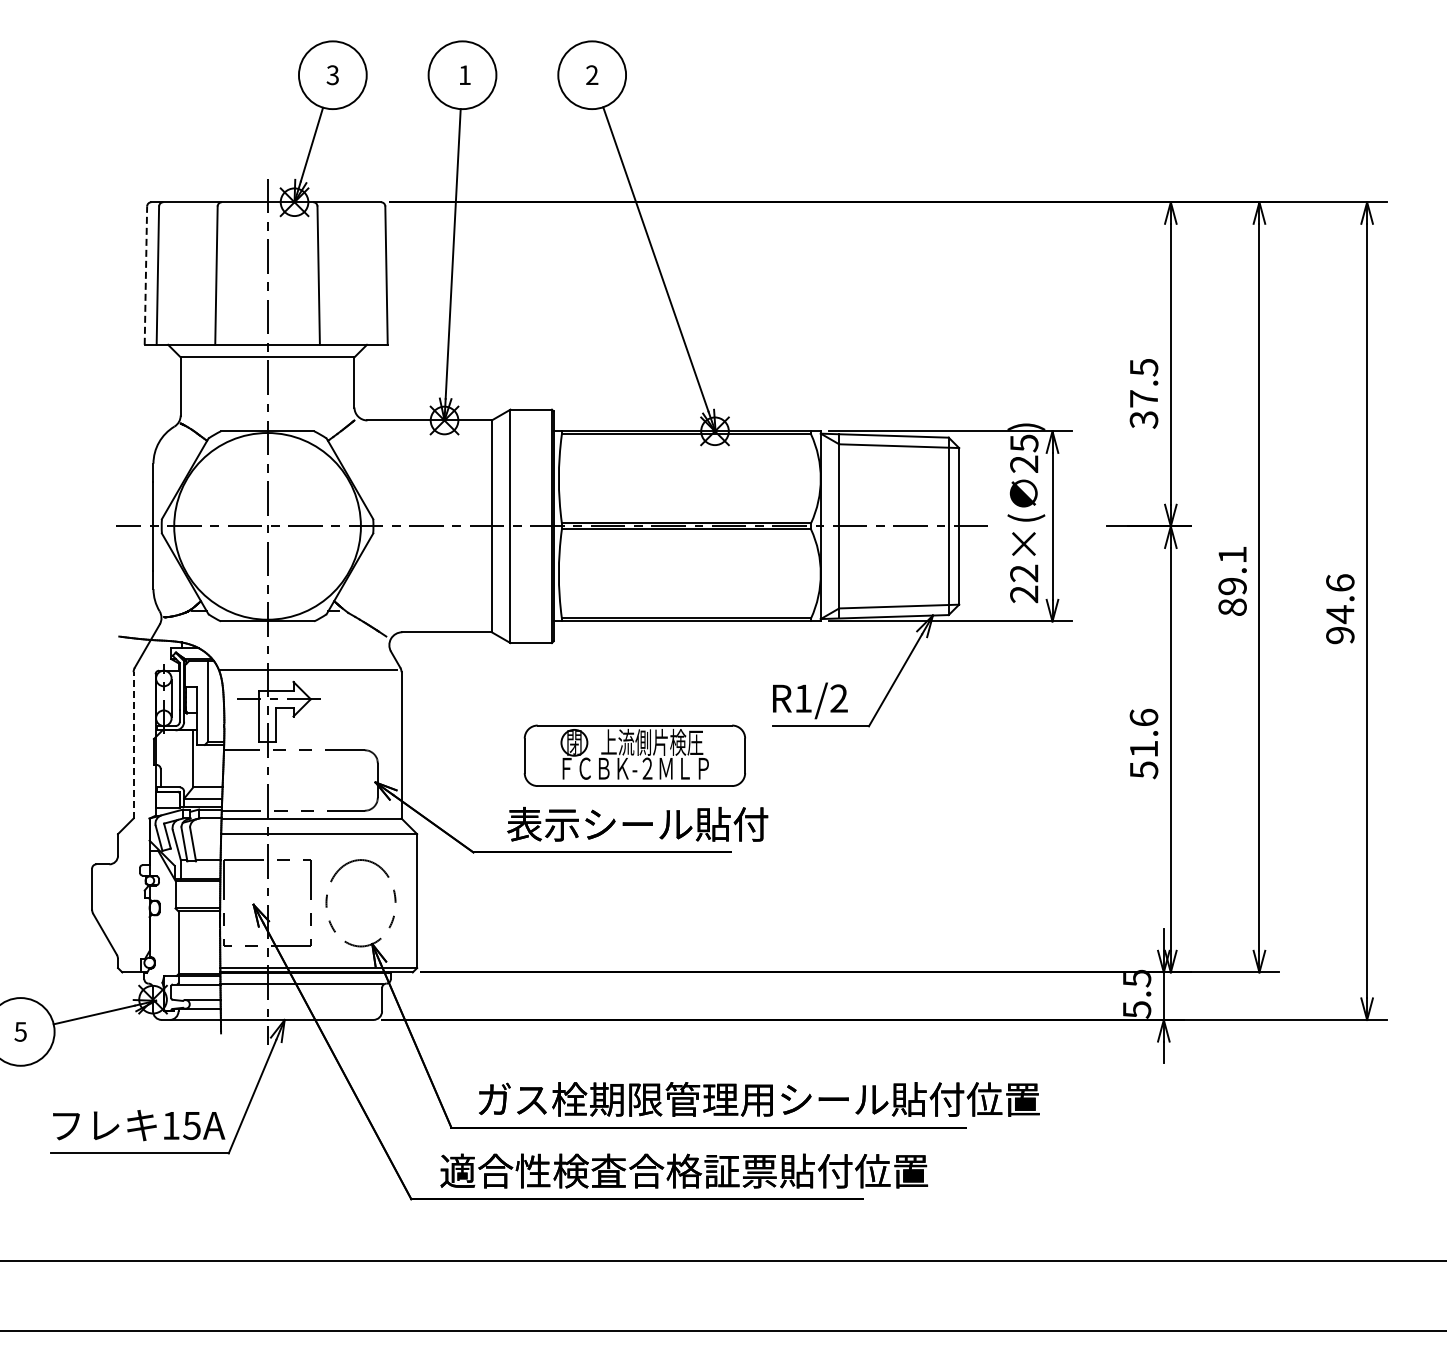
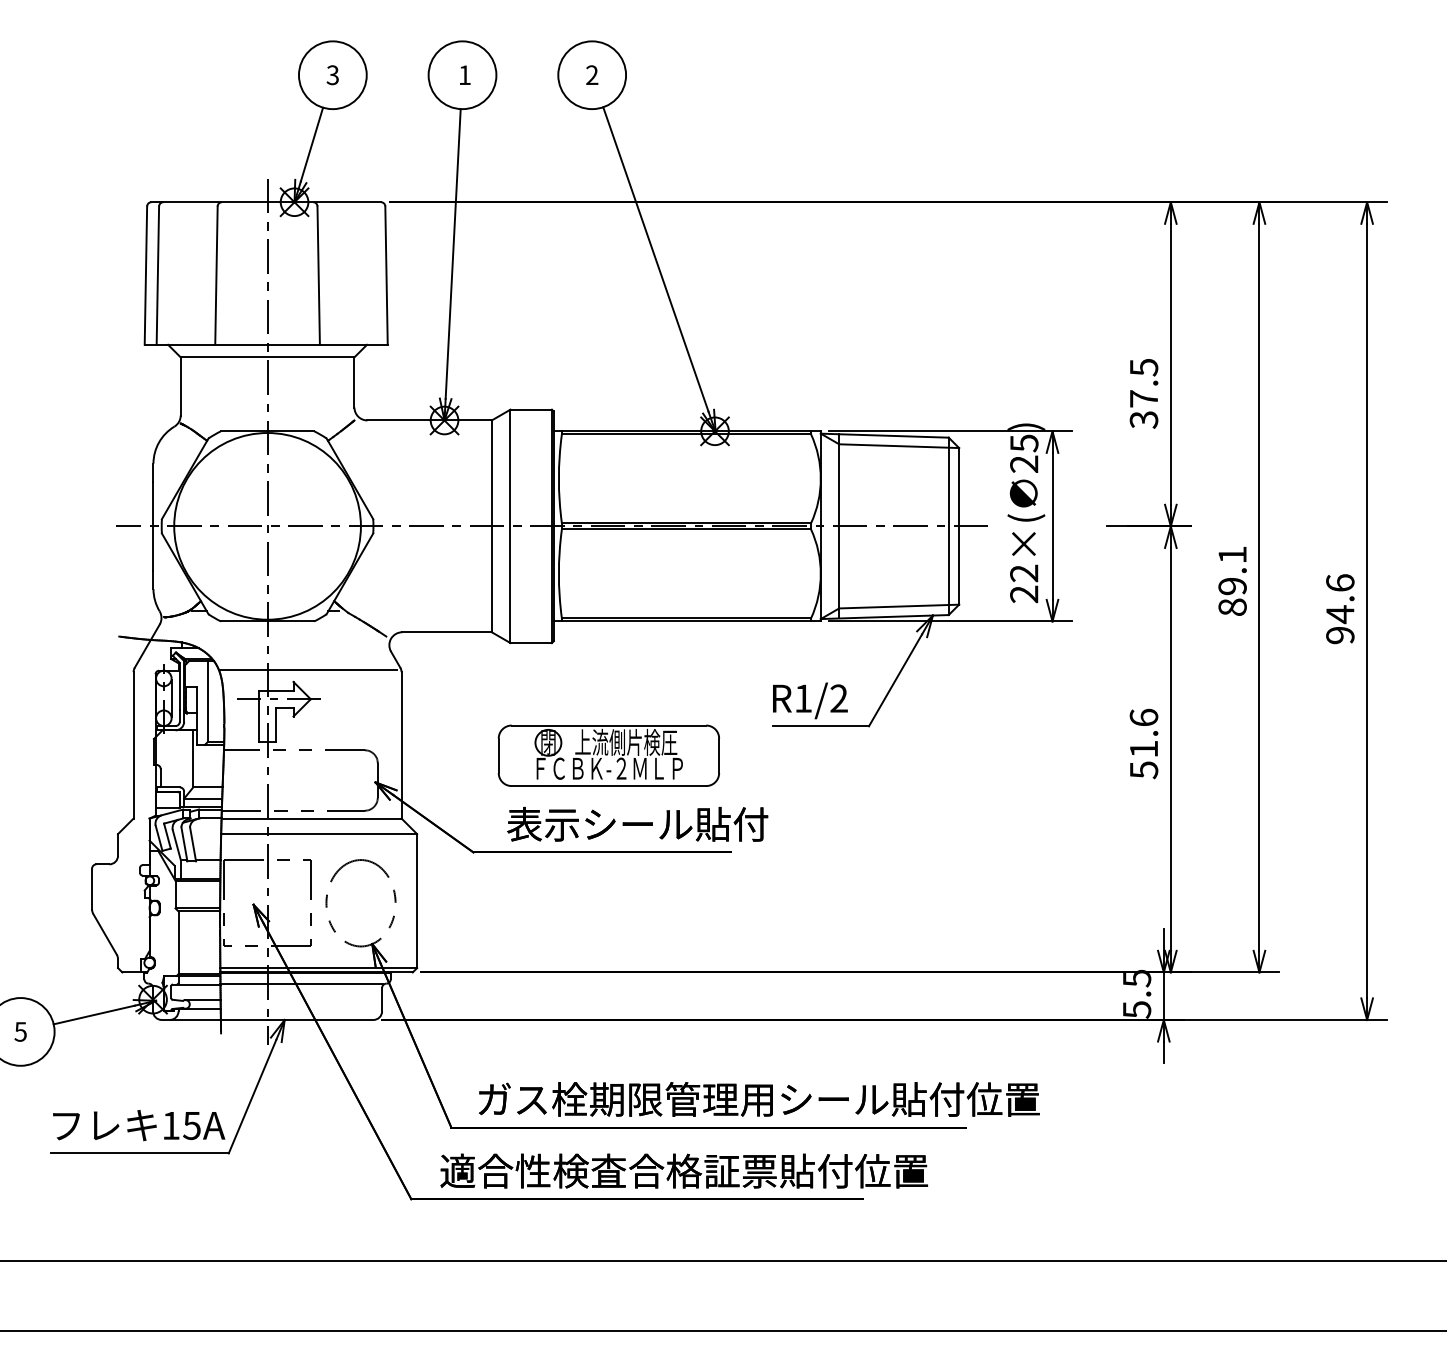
line at (145, 275): dashed -> solid
line at (133, 744): dashed -> solid
part at (634, 755) position: (634, 755) -> (608, 755)
